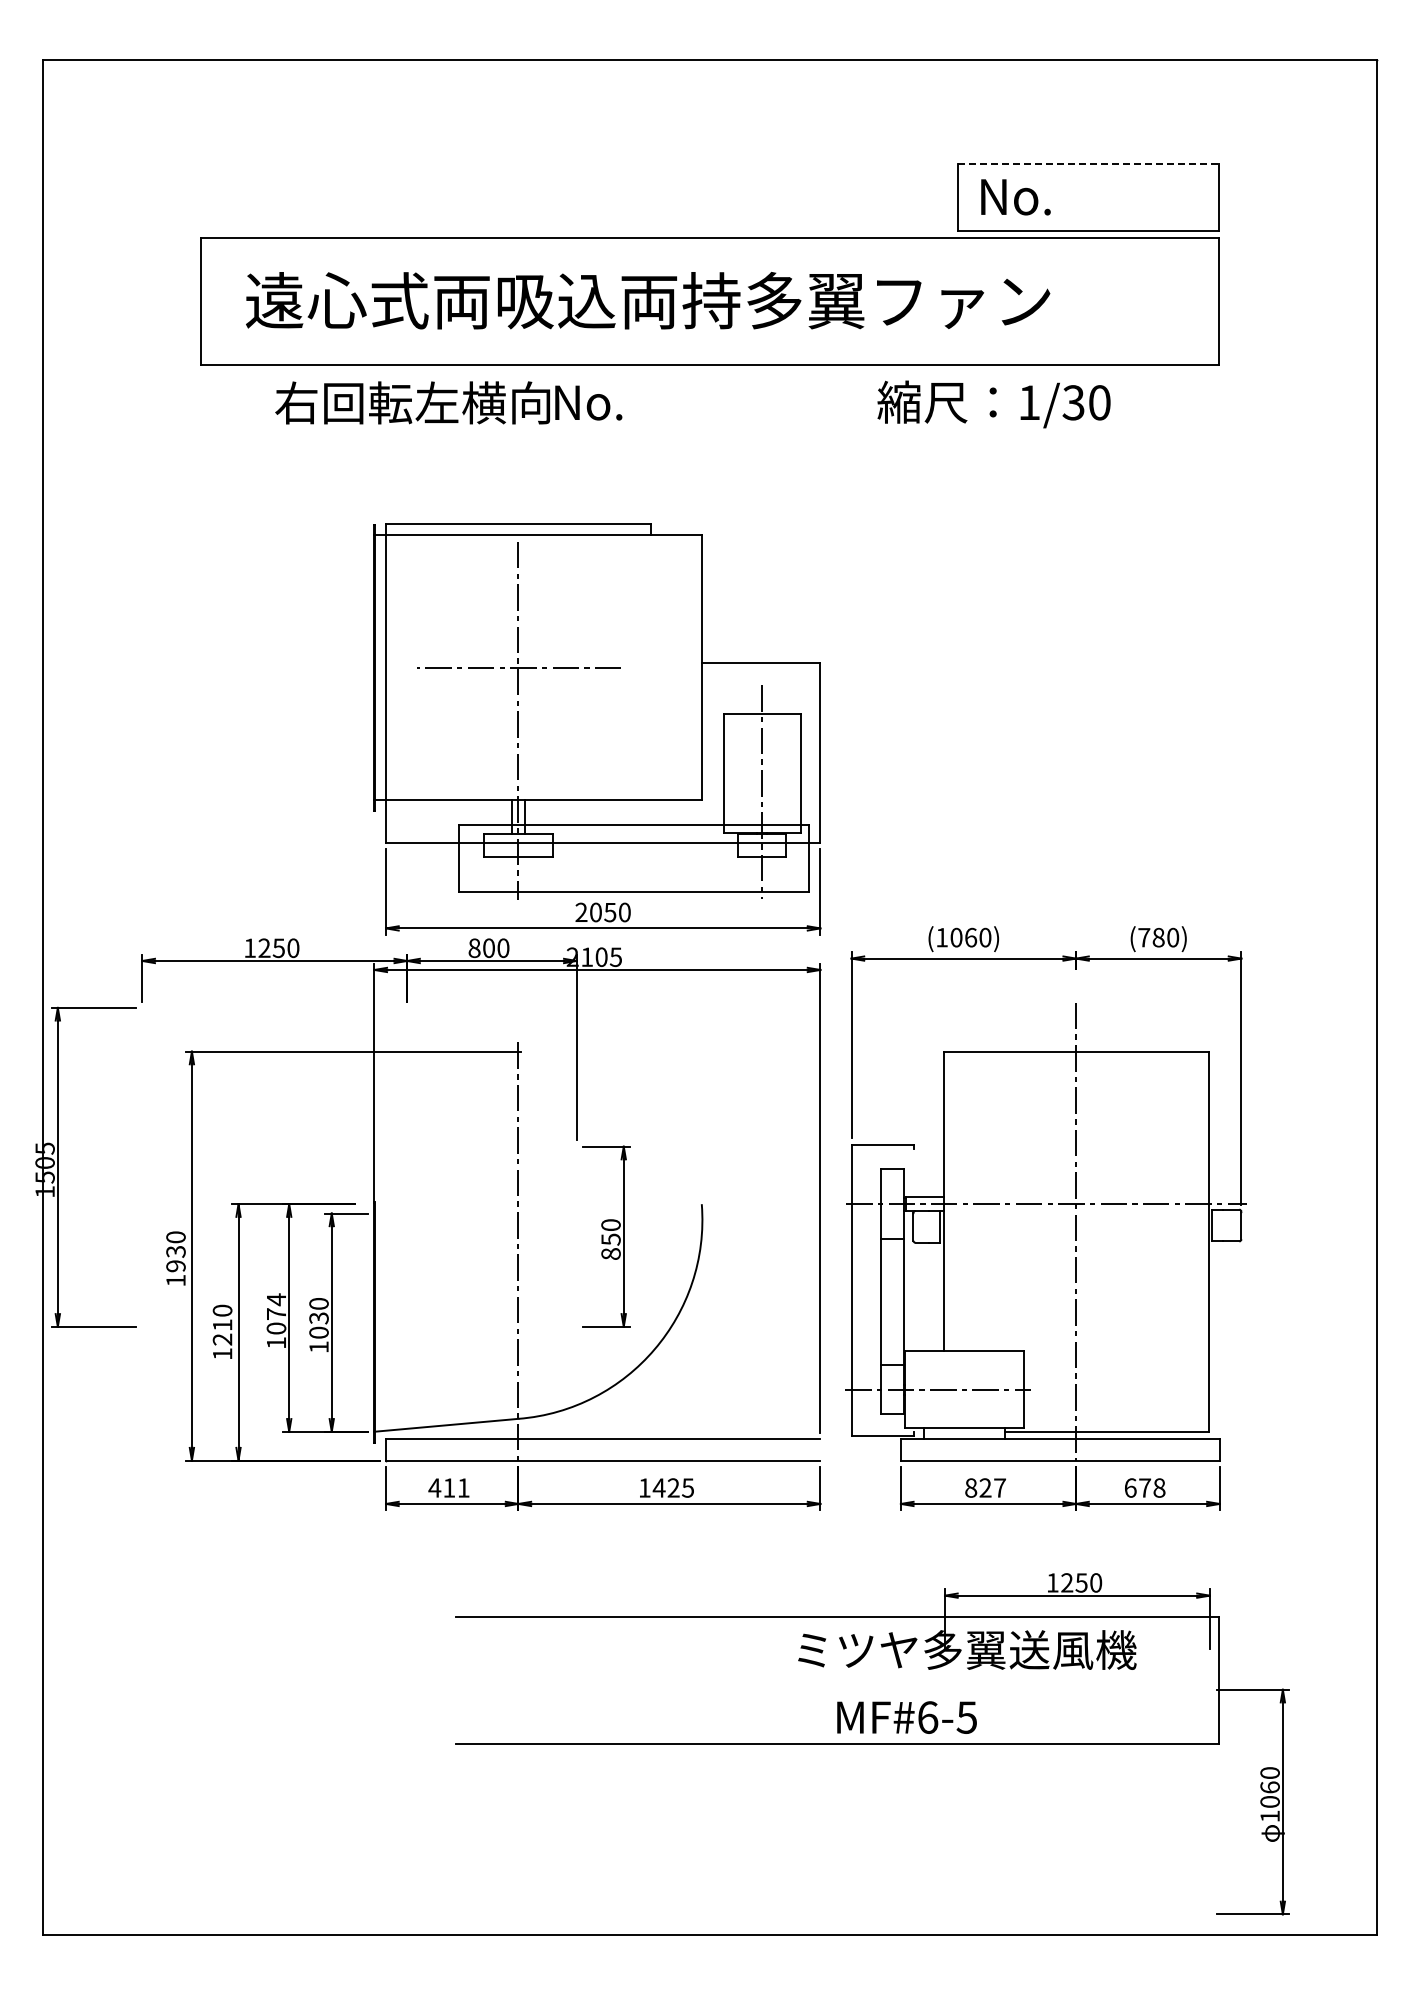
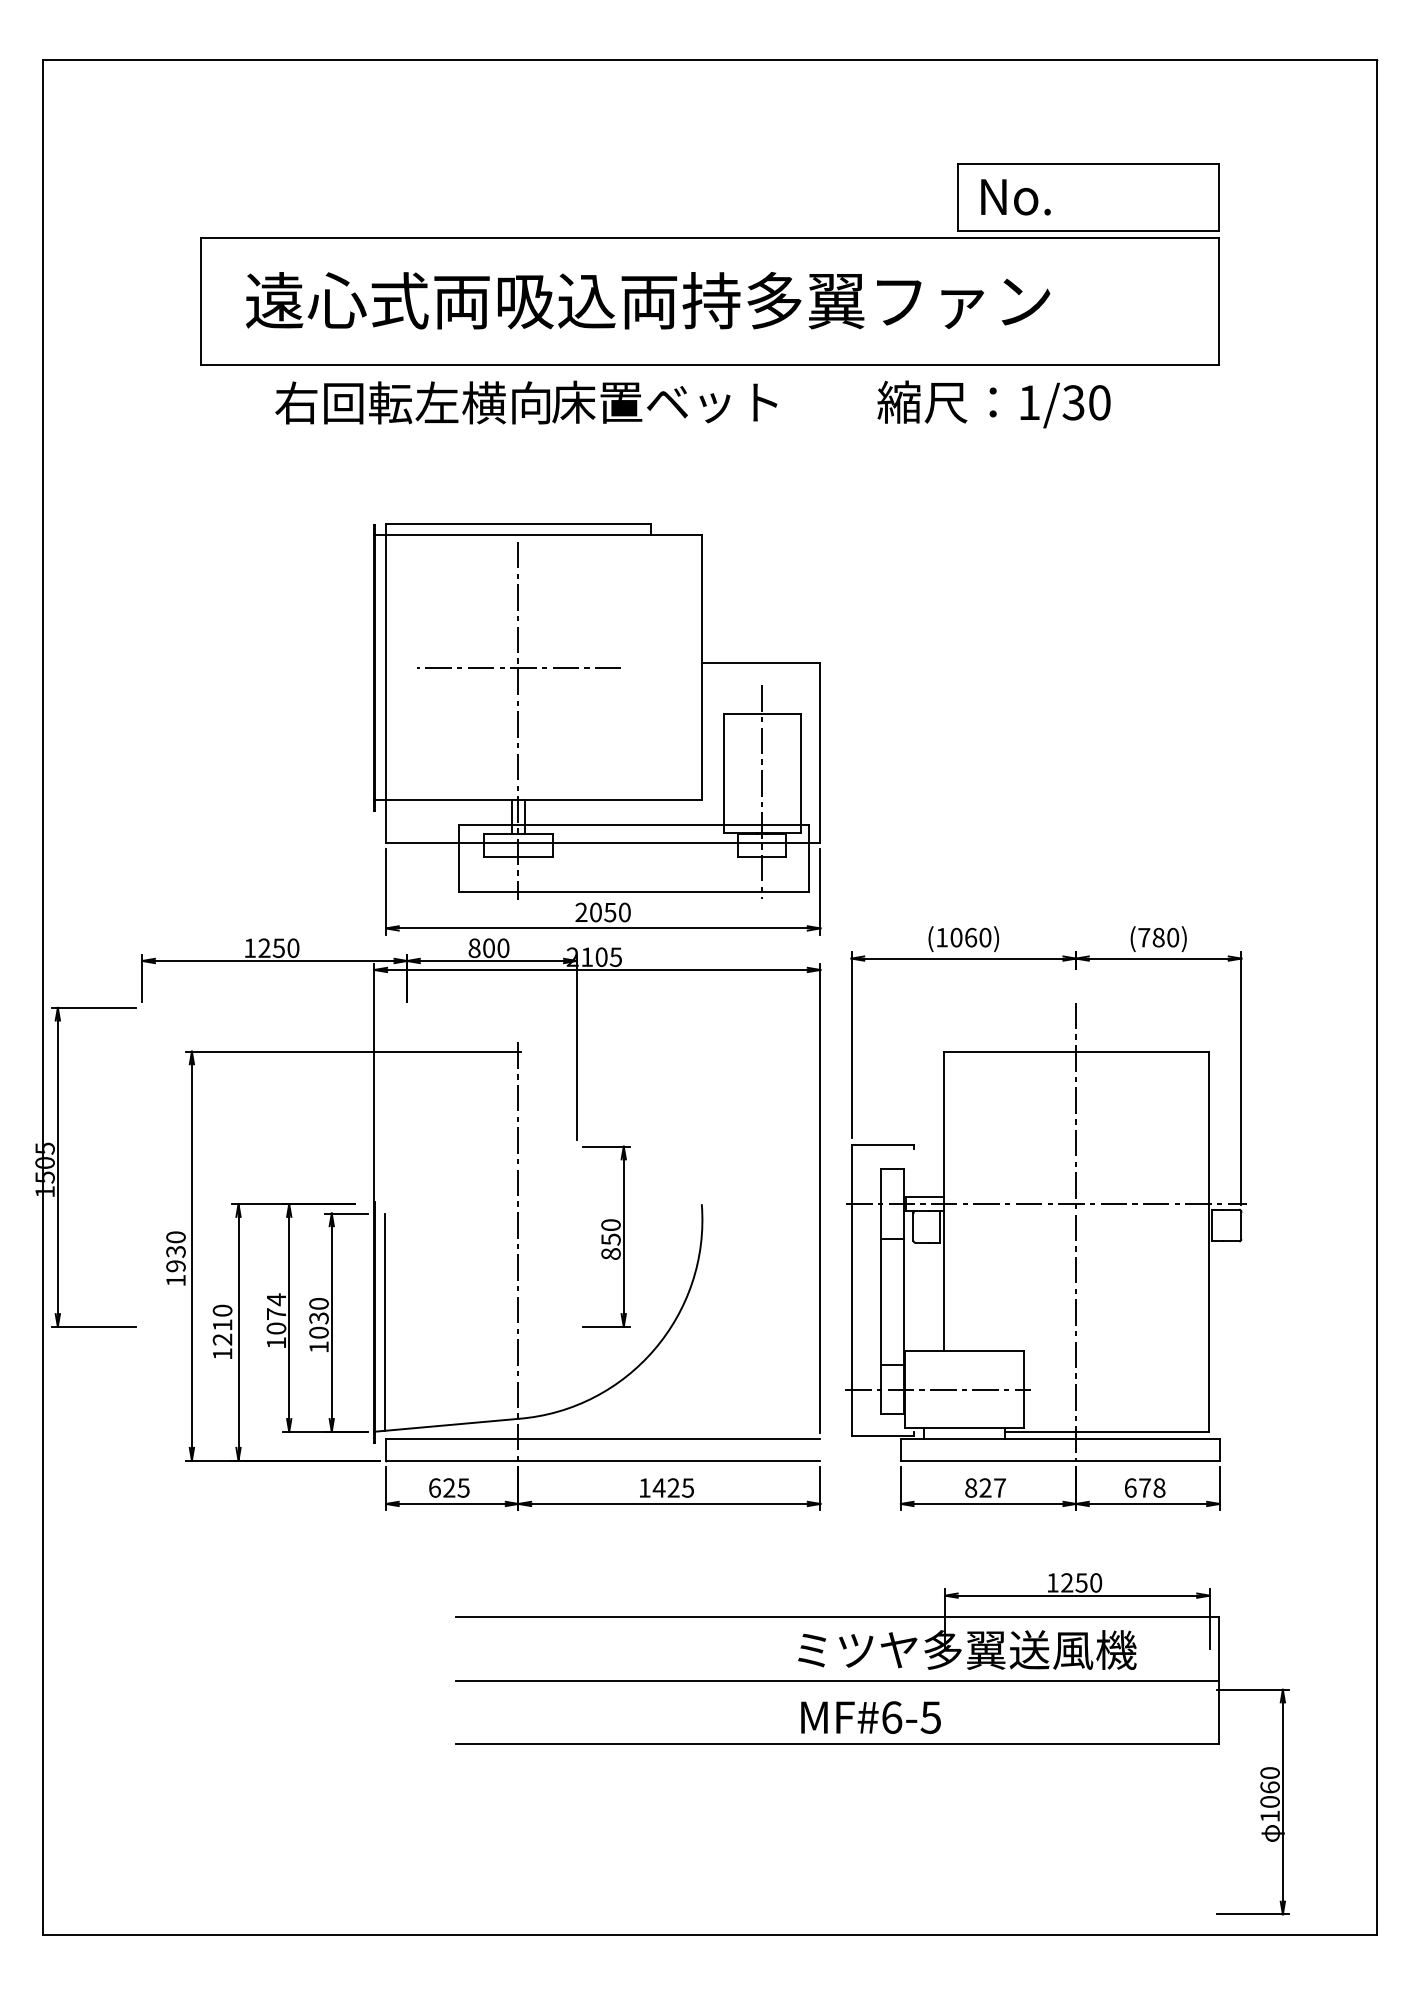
line at (1088, 163): dashed -> solid
text at (664, 401): No. -> 床置ベット
line at (384, 1321): none -> present
text at (448, 1487): 411 -> 625
line at (836, 1680): none -> present
text at (906, 1717) position: (906, 1717) -> (870, 1717)
